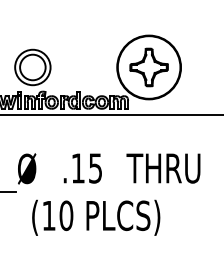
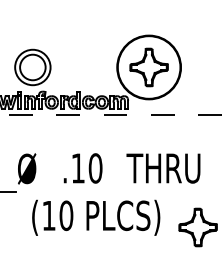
line at (112, 114): solid -> dashed
text at (95, 168): .15 -> .10
part at (197, 227): none -> present
